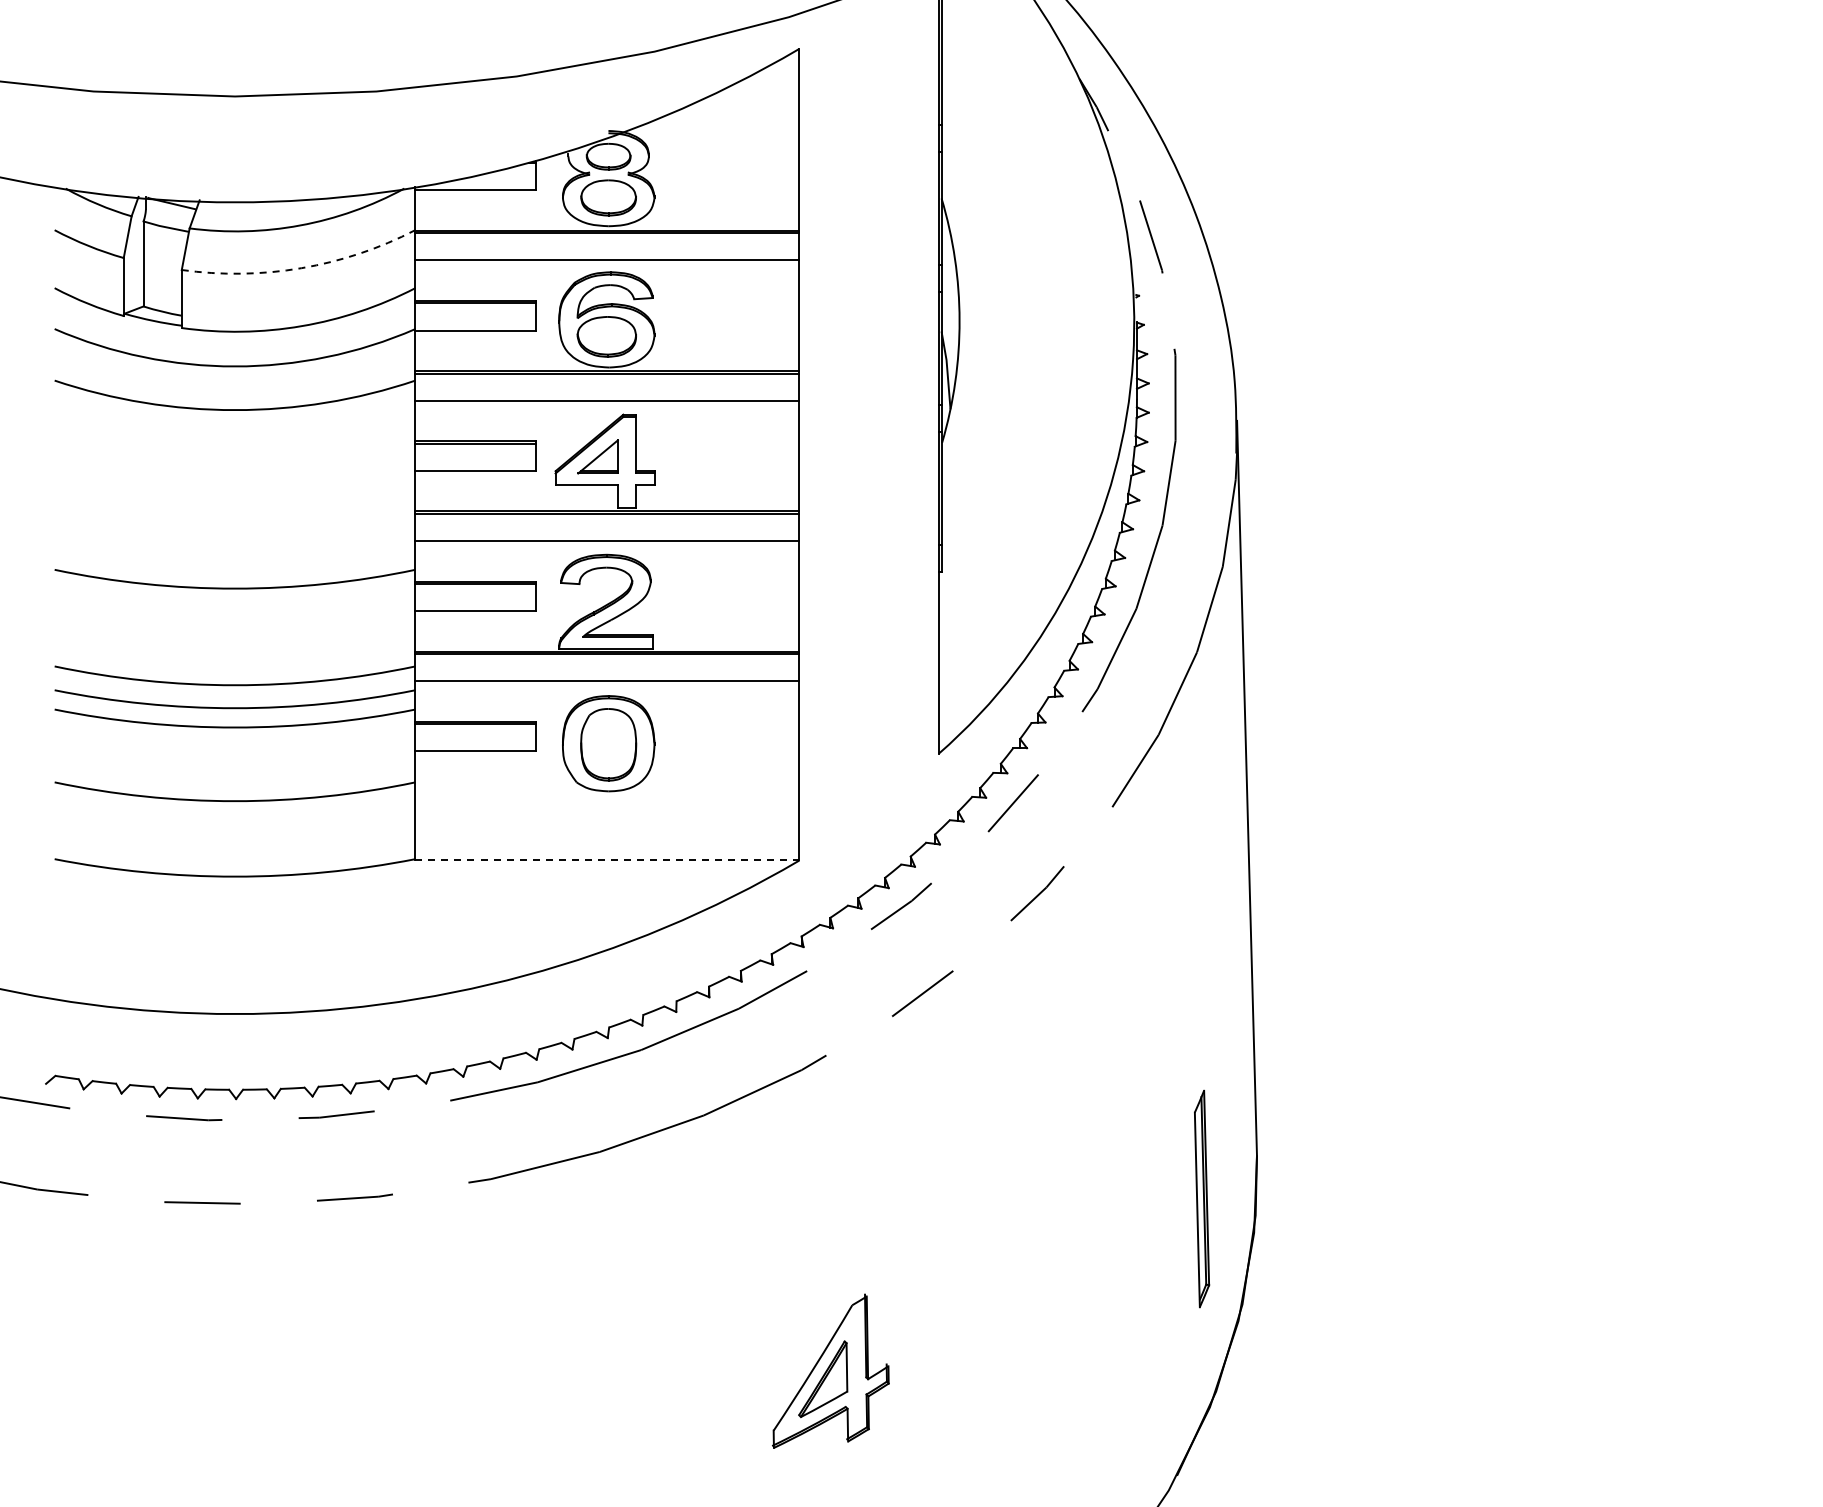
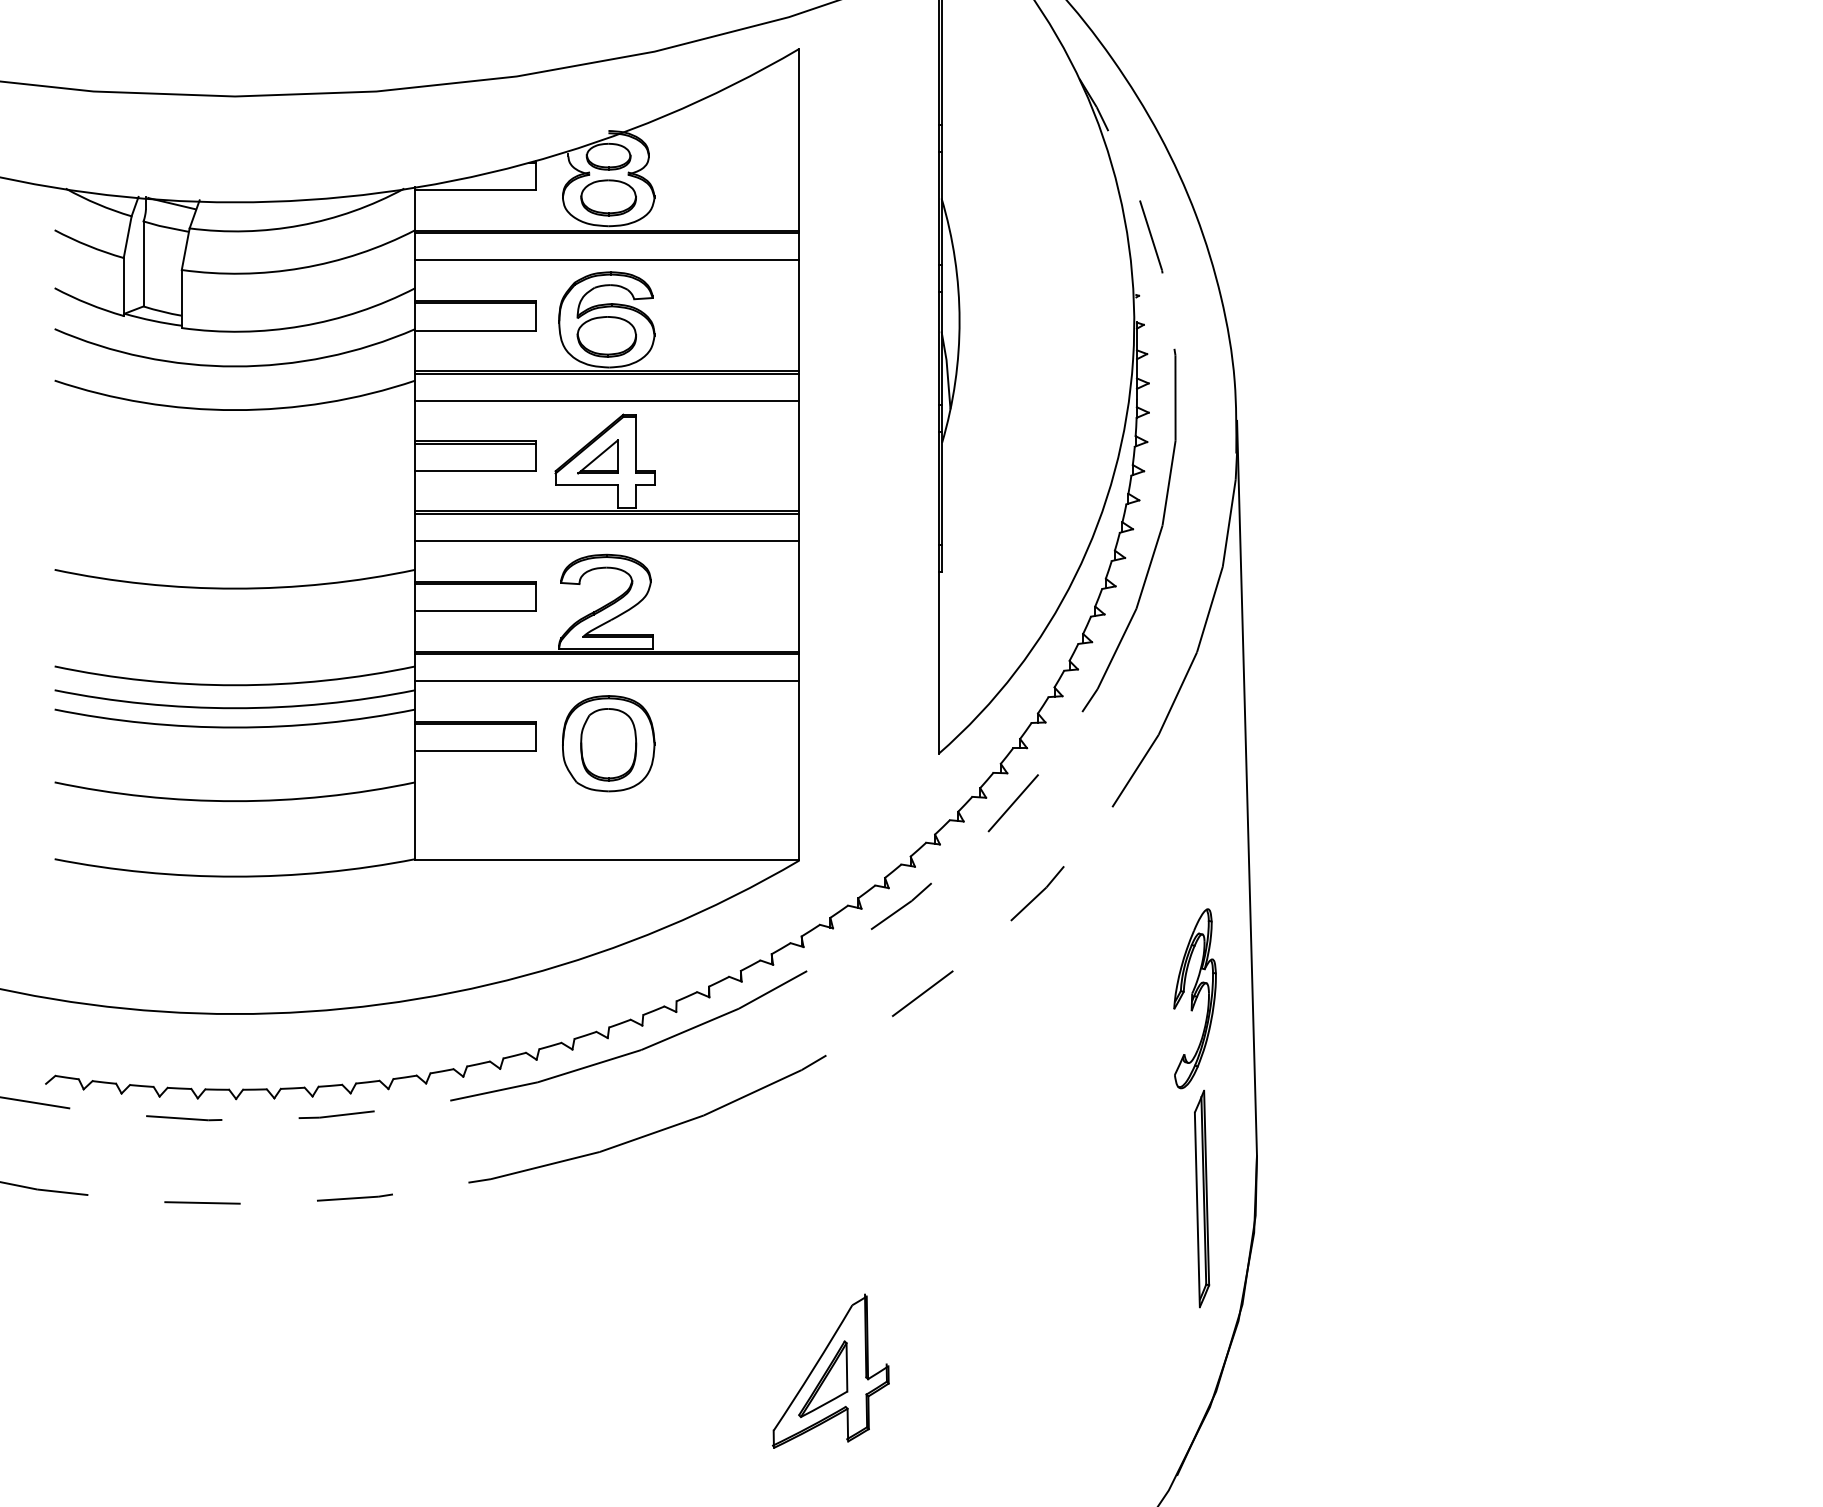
arc at (301, 268): dashed -> solid
line at (607, 860): dashed -> solid
part at (1194, 998): none -> present
